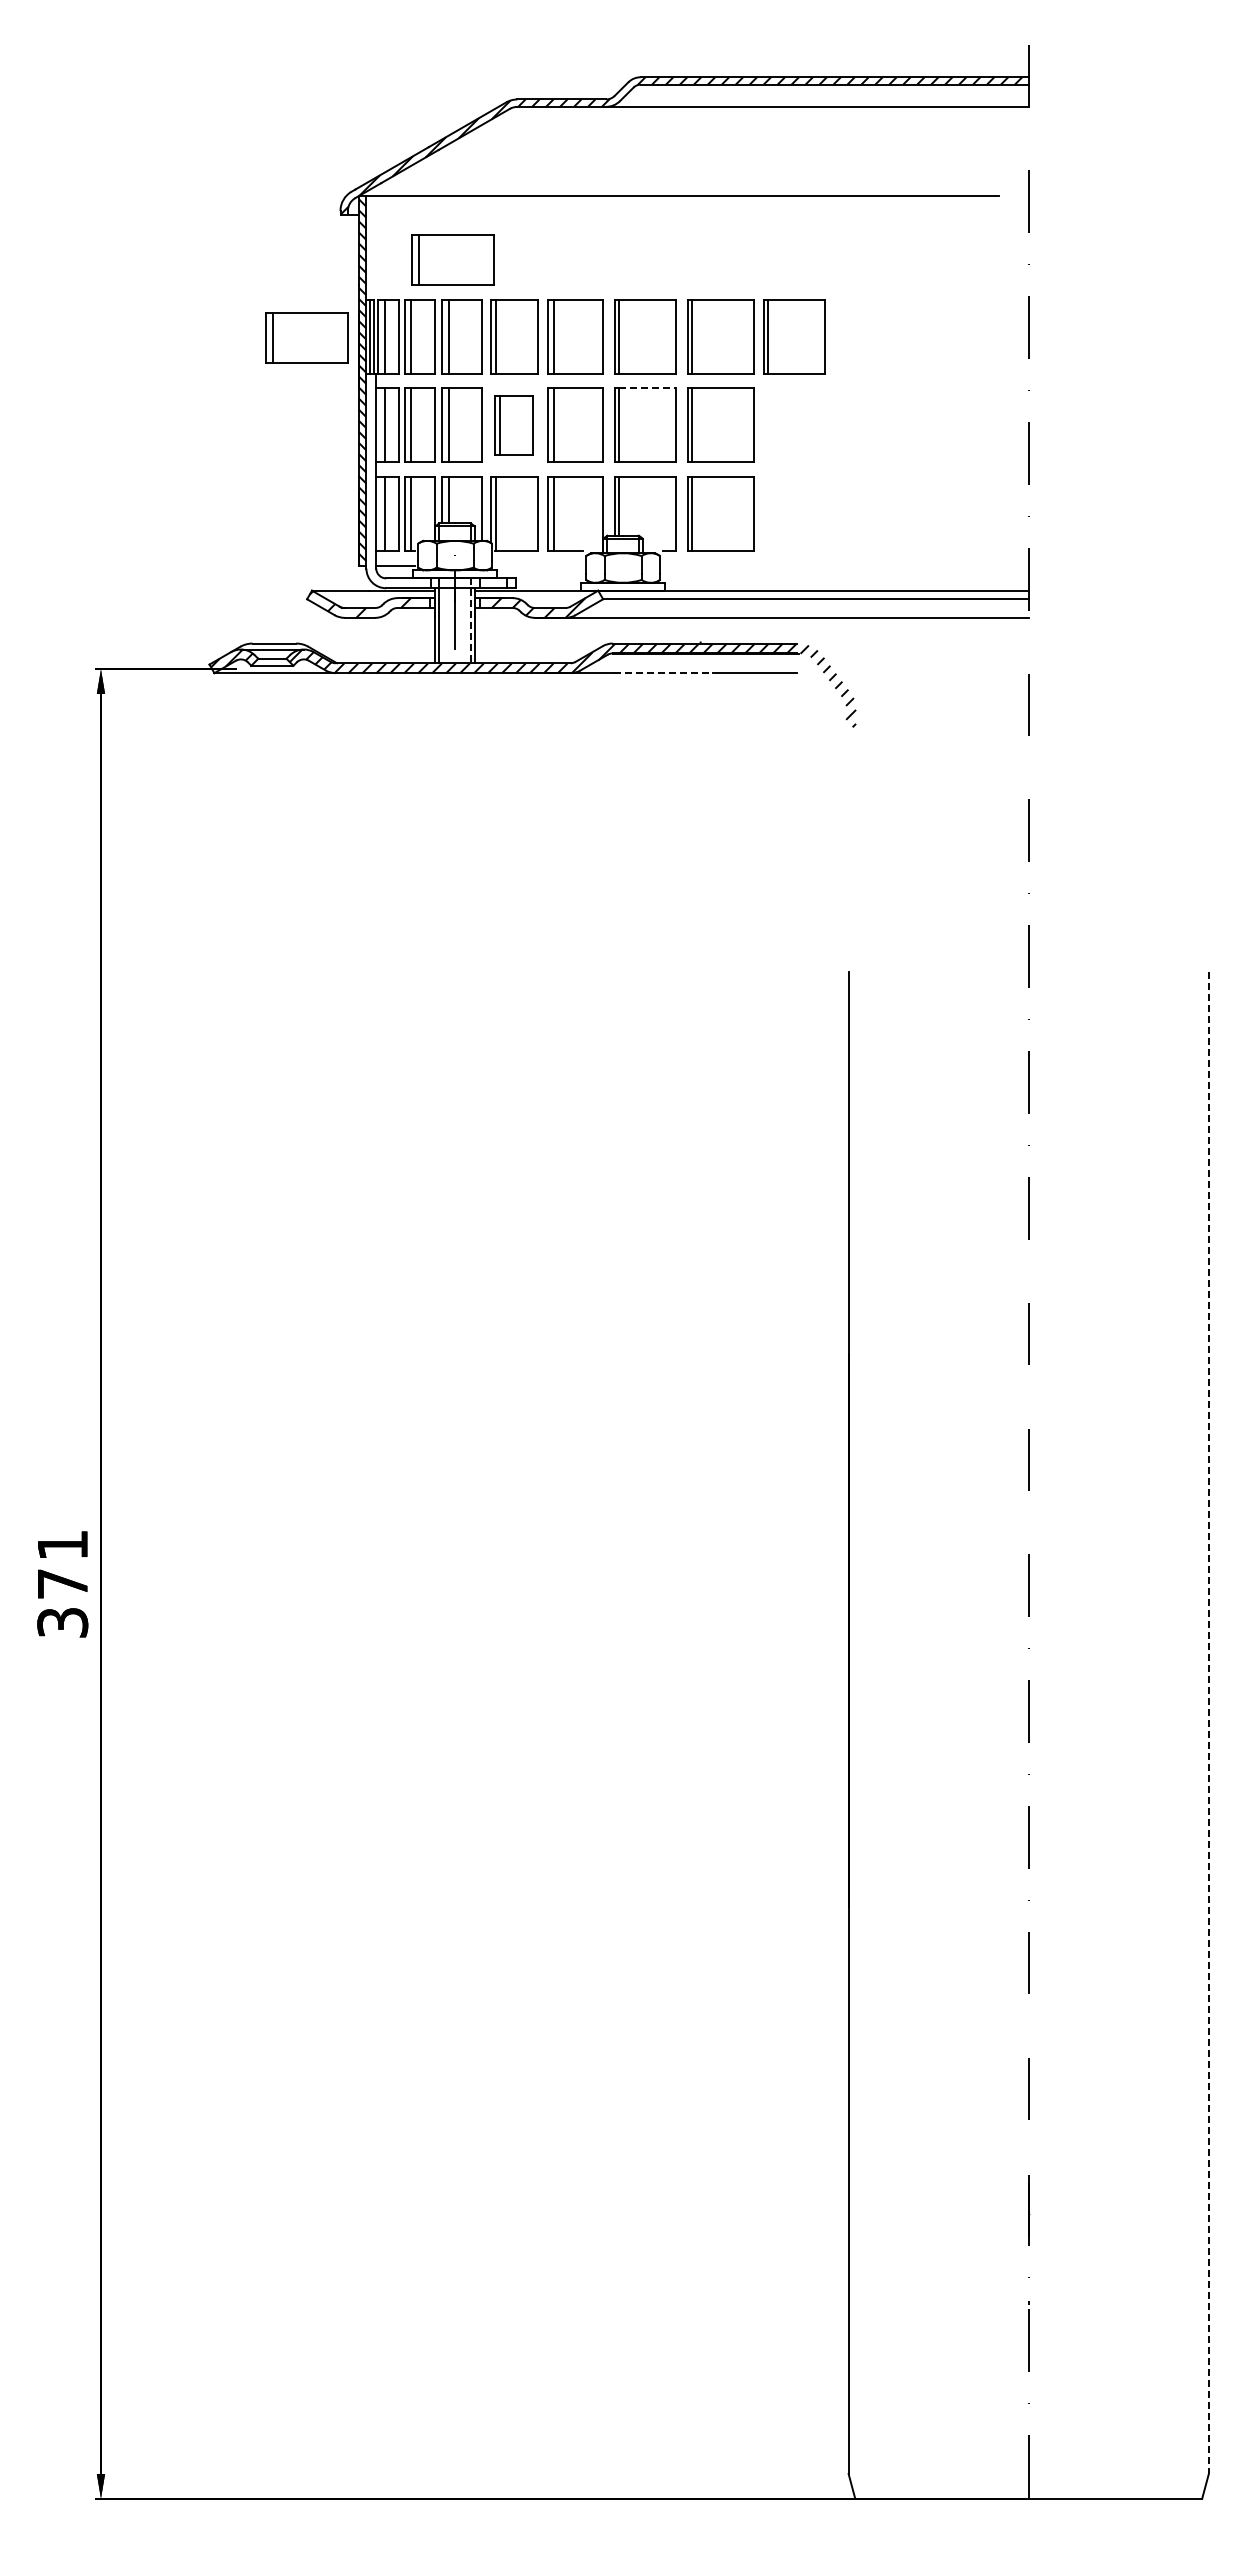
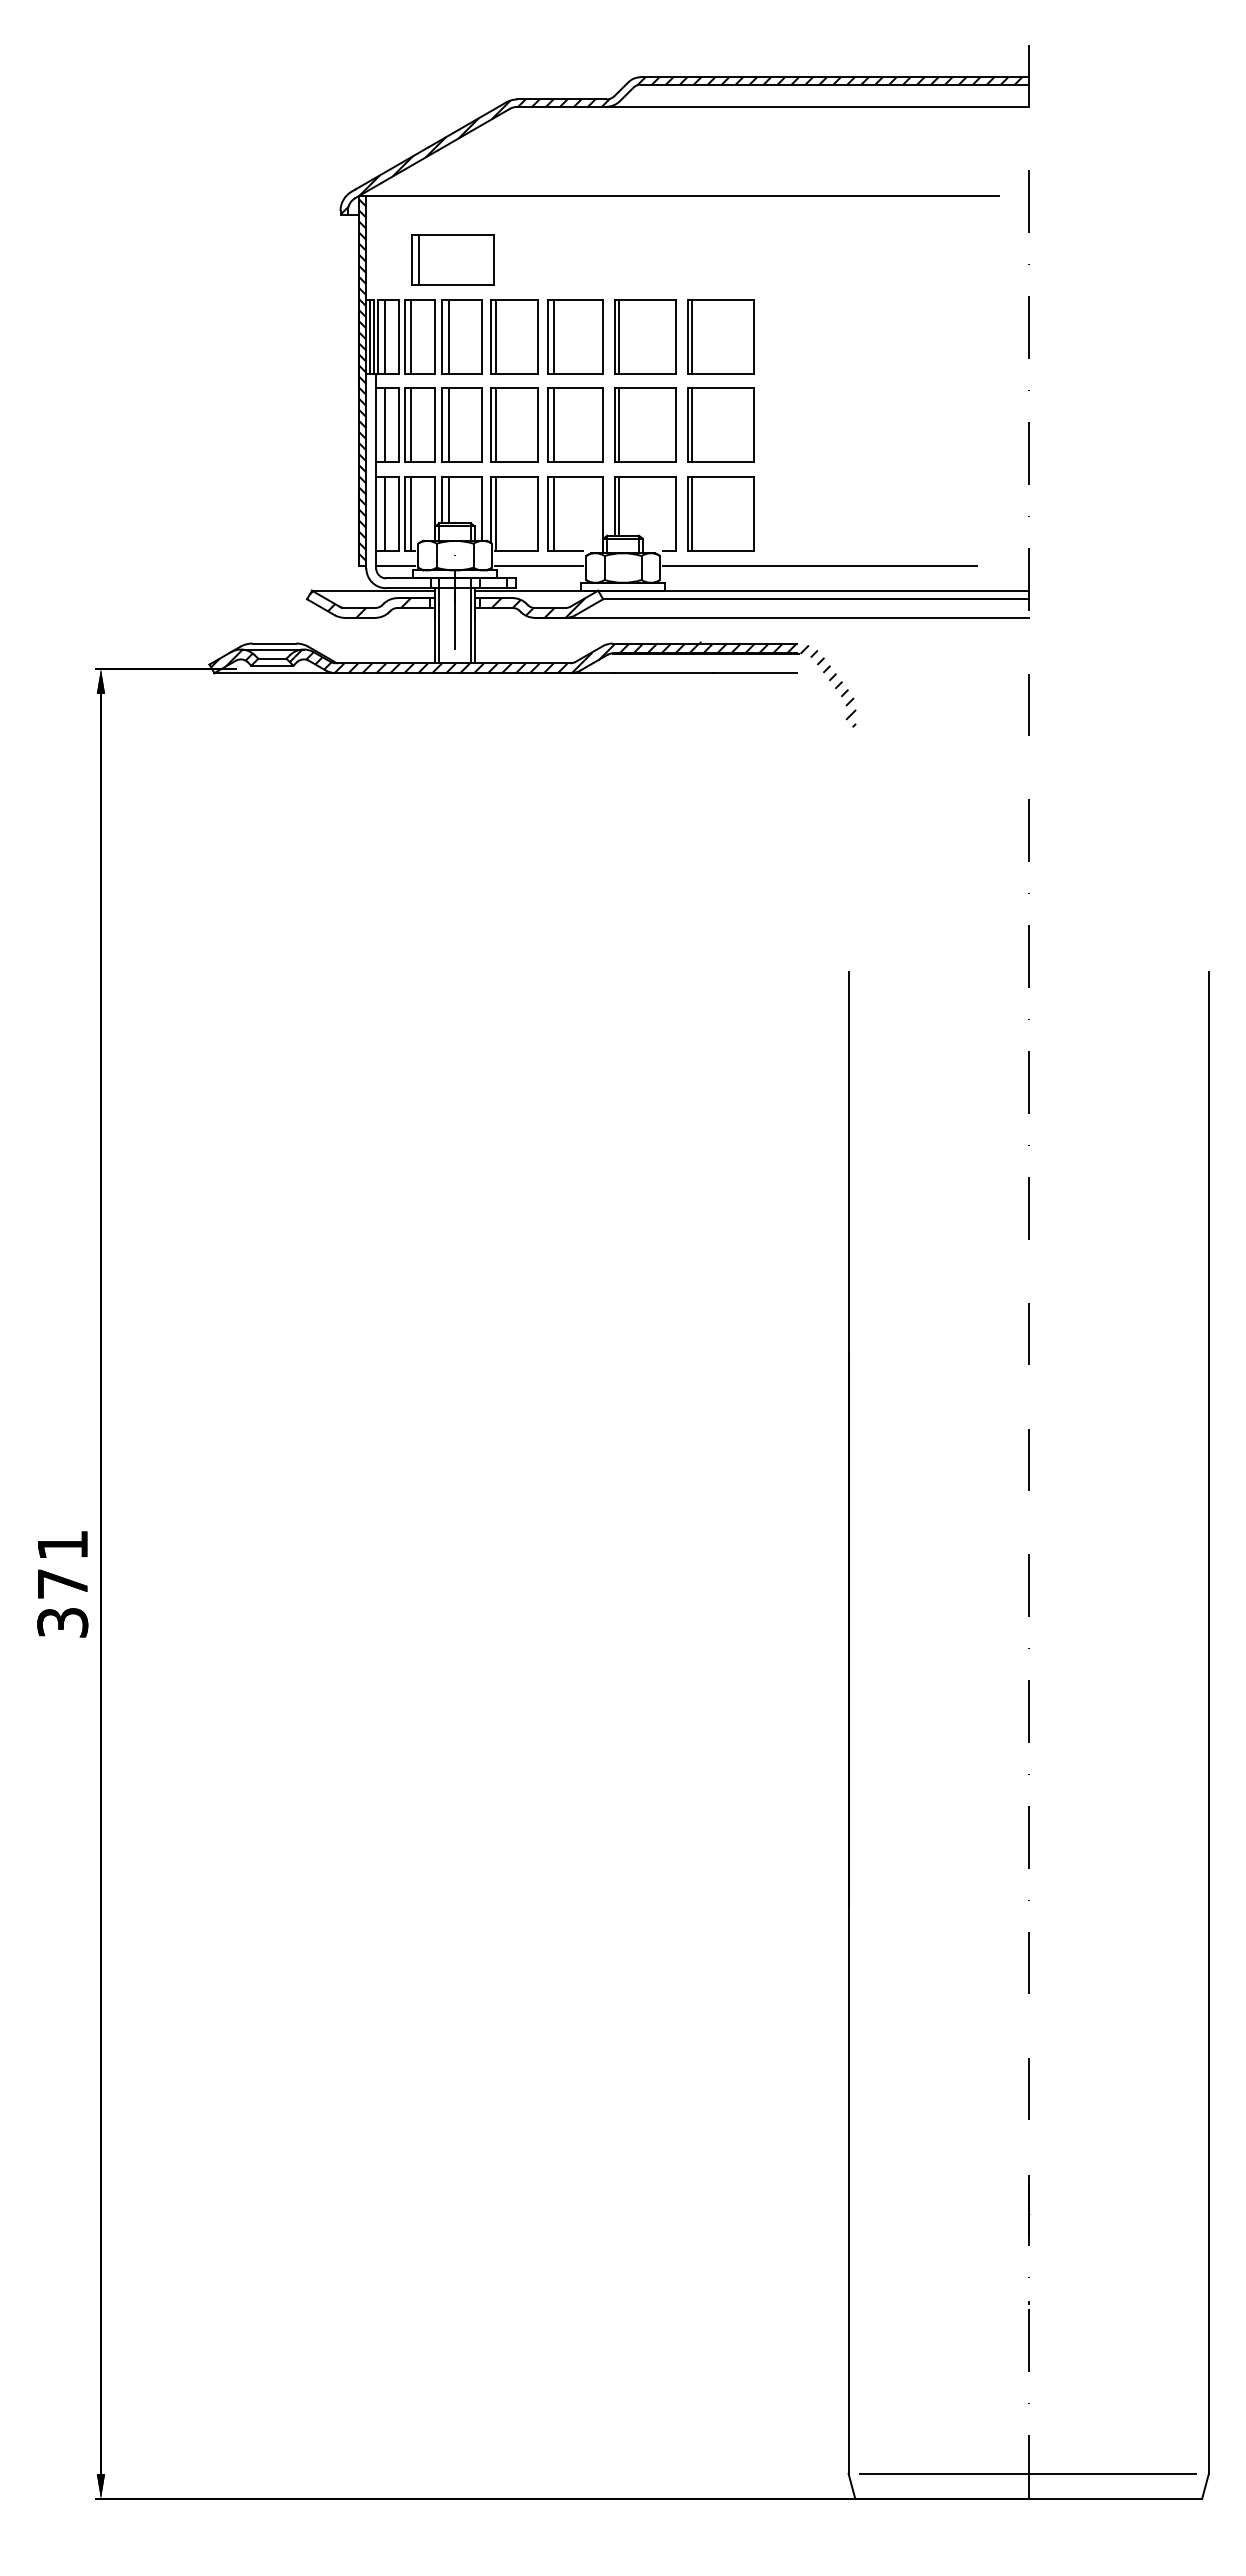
part at (794, 336): present -> none
part at (306, 337): present -> none
line at (647, 388): dashed -> solid
part at (513, 425) size: 40x61 px -> 49x76 px
line at (538, 566): none -> present
line at (819, 566): none -> present
line at (470, 621): dashed -> solid
line at (664, 673): dashed -> solid
line at (1208, 1723): dashed -> solid
line at (1027, 2474): none -> present
